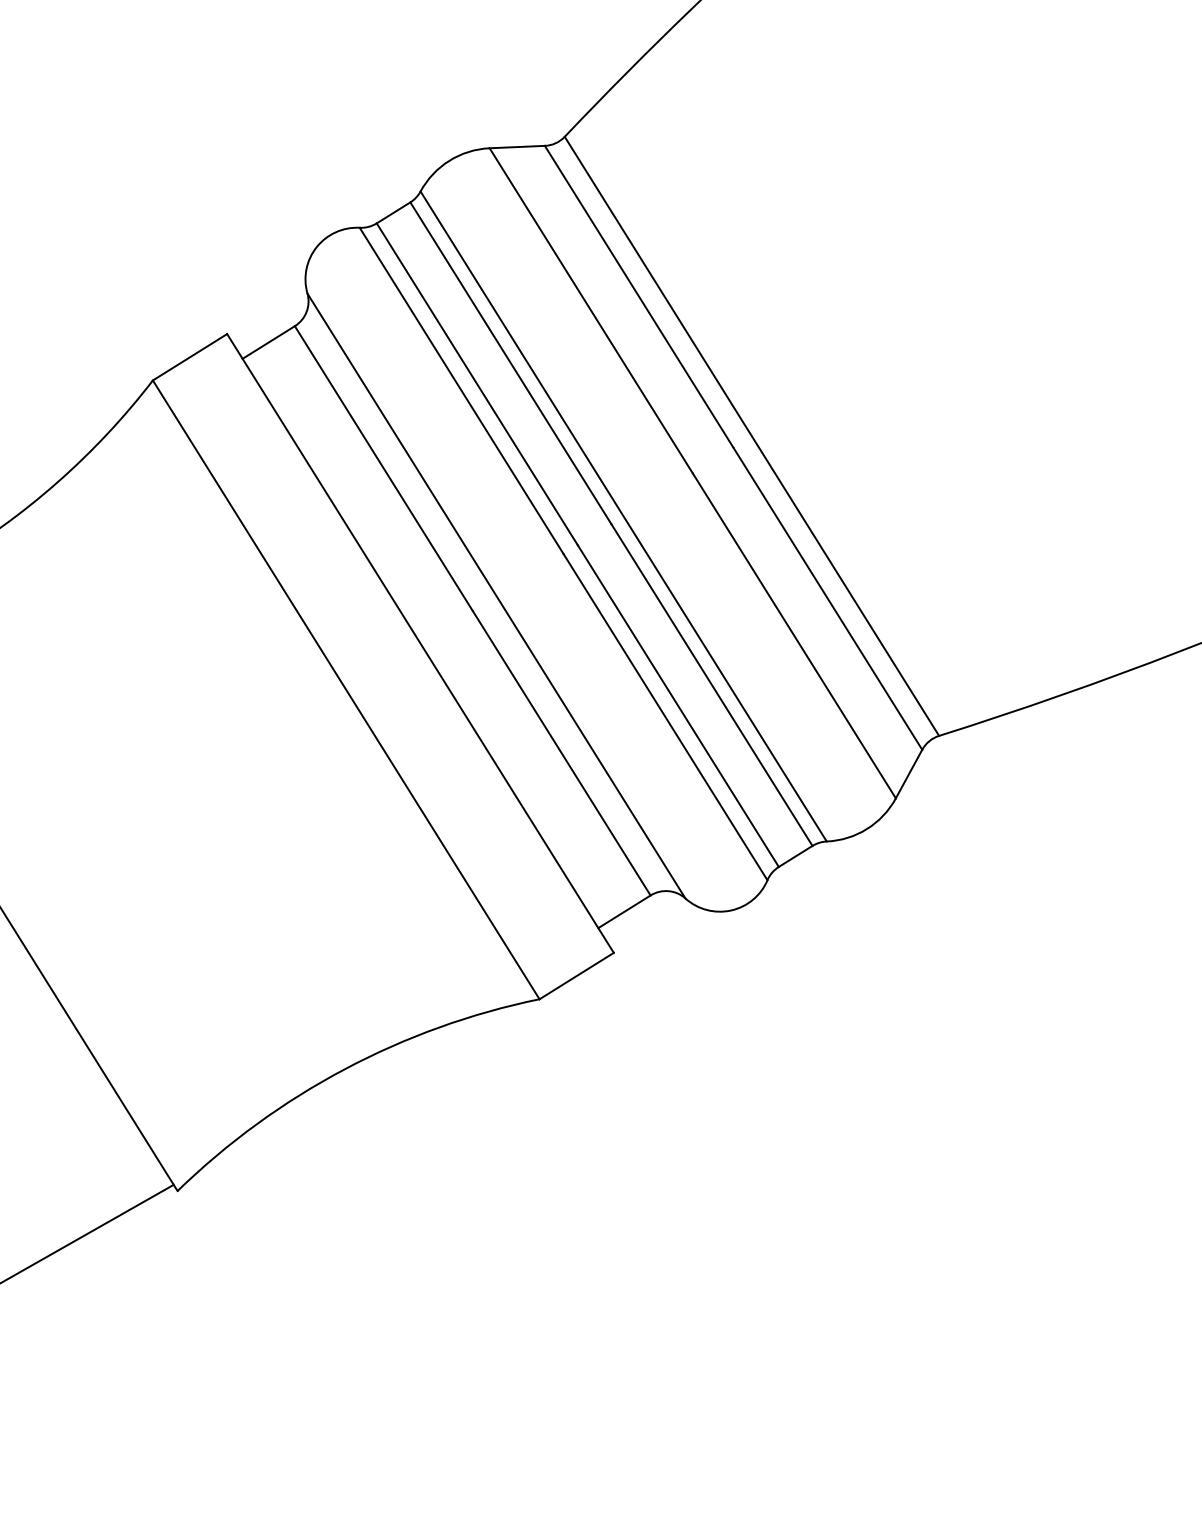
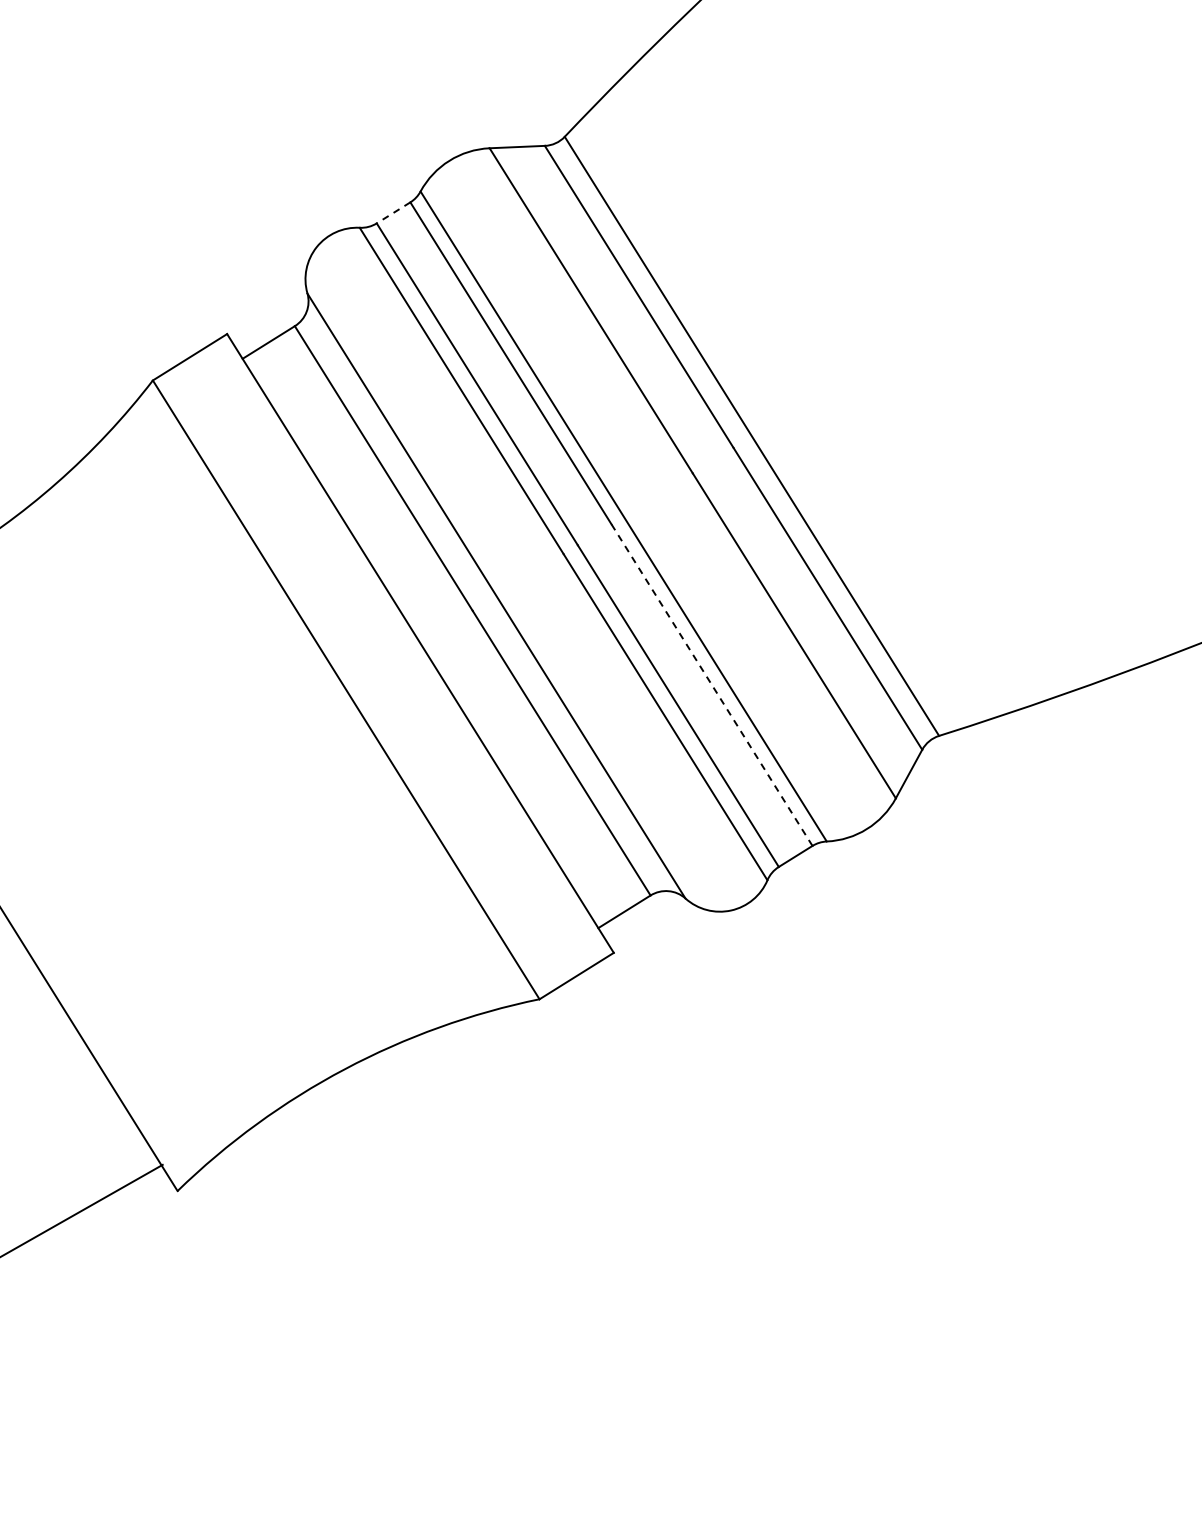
line at (393, 212): solid -> dashed
line at (711, 685): solid -> dashed
line at (87, 1233) position: (87, 1233) -> (82, 1209)
